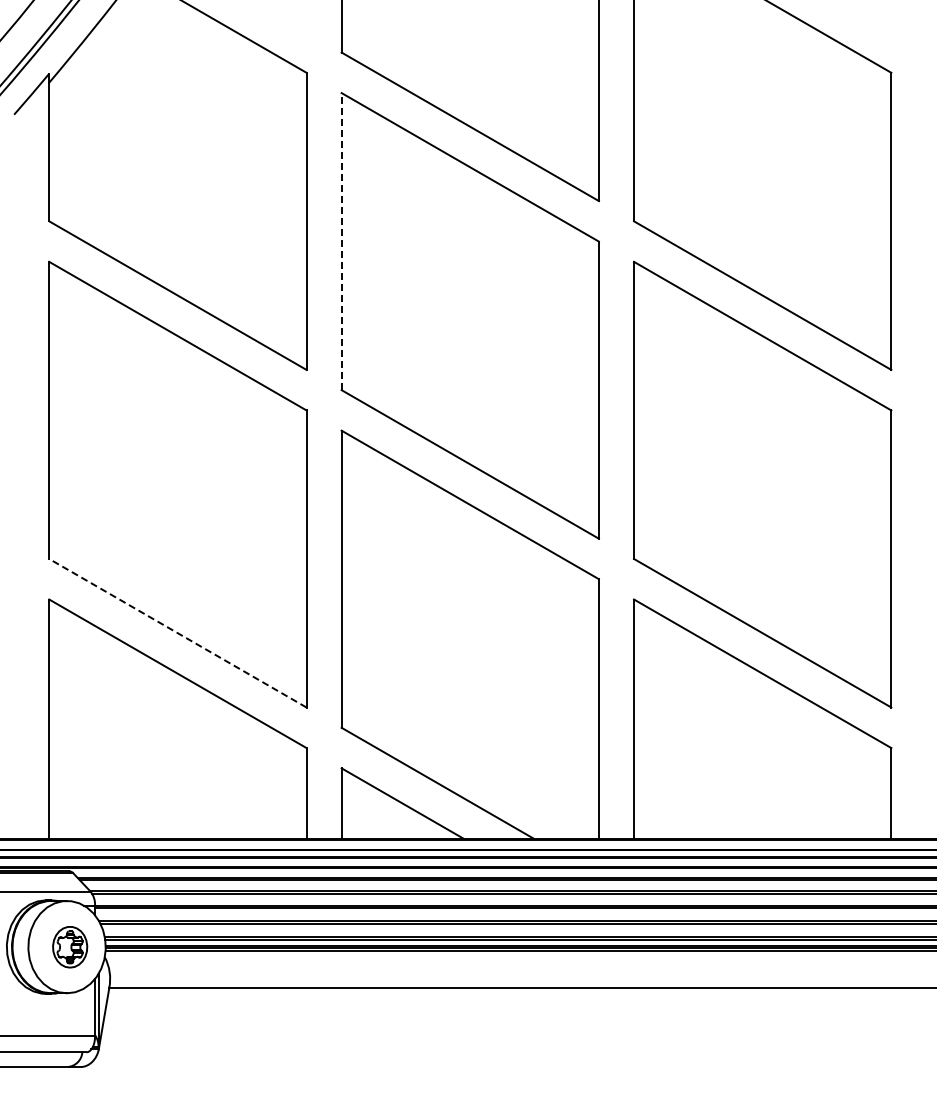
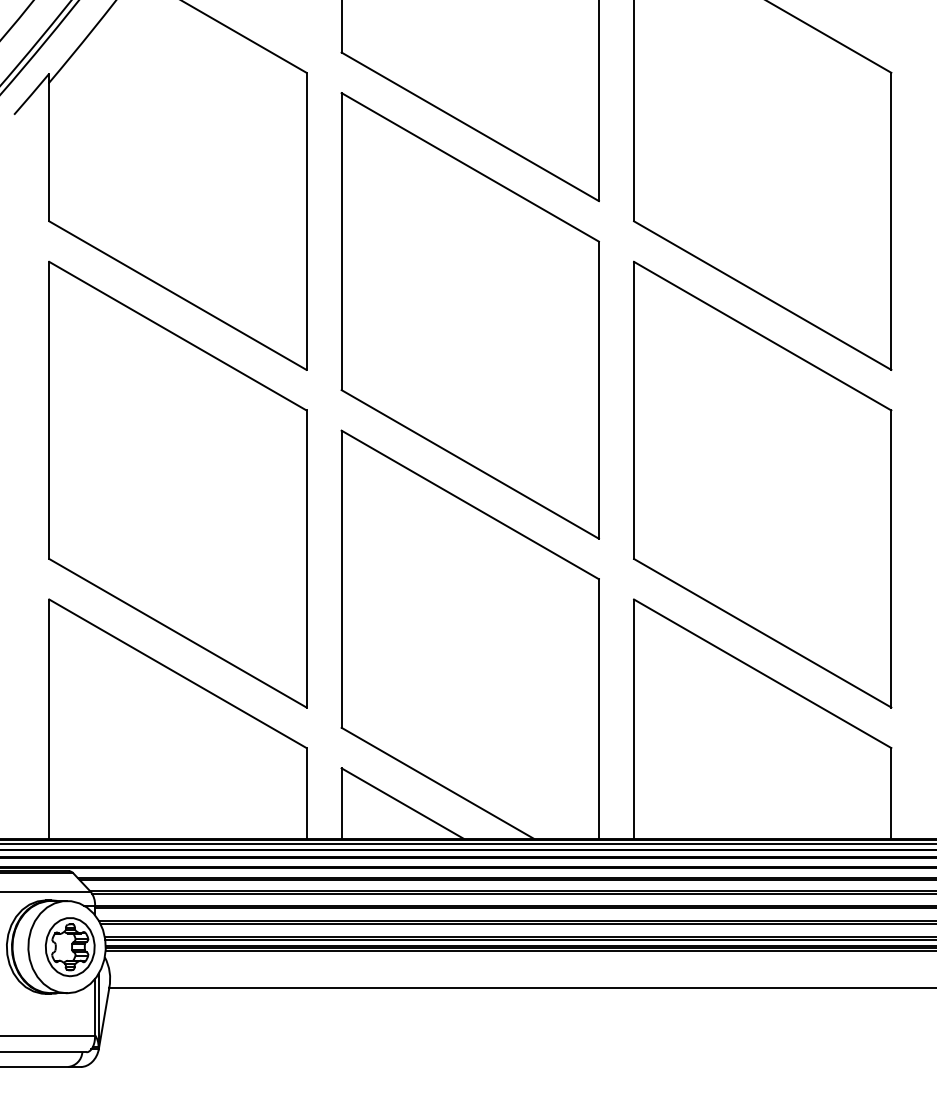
line at (341, 241): dashed -> solid
line at (177, 633): dashed -> solid
line at (467, 843): none -> present
part at (70, 947) size: 37x43 px -> 52x61 px
